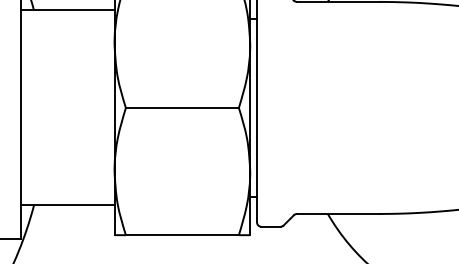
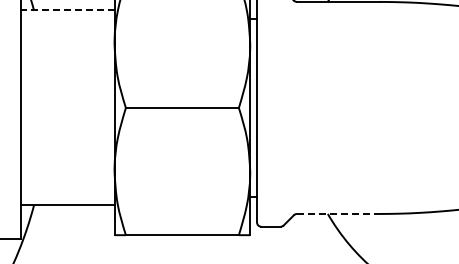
line at (67, 10): solid -> dashed
line at (338, 213): solid -> dashed
